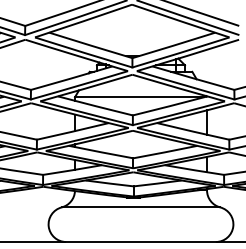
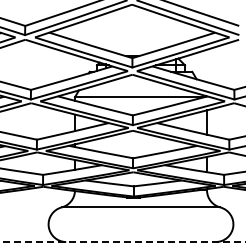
line at (123, 242): solid -> dashed
